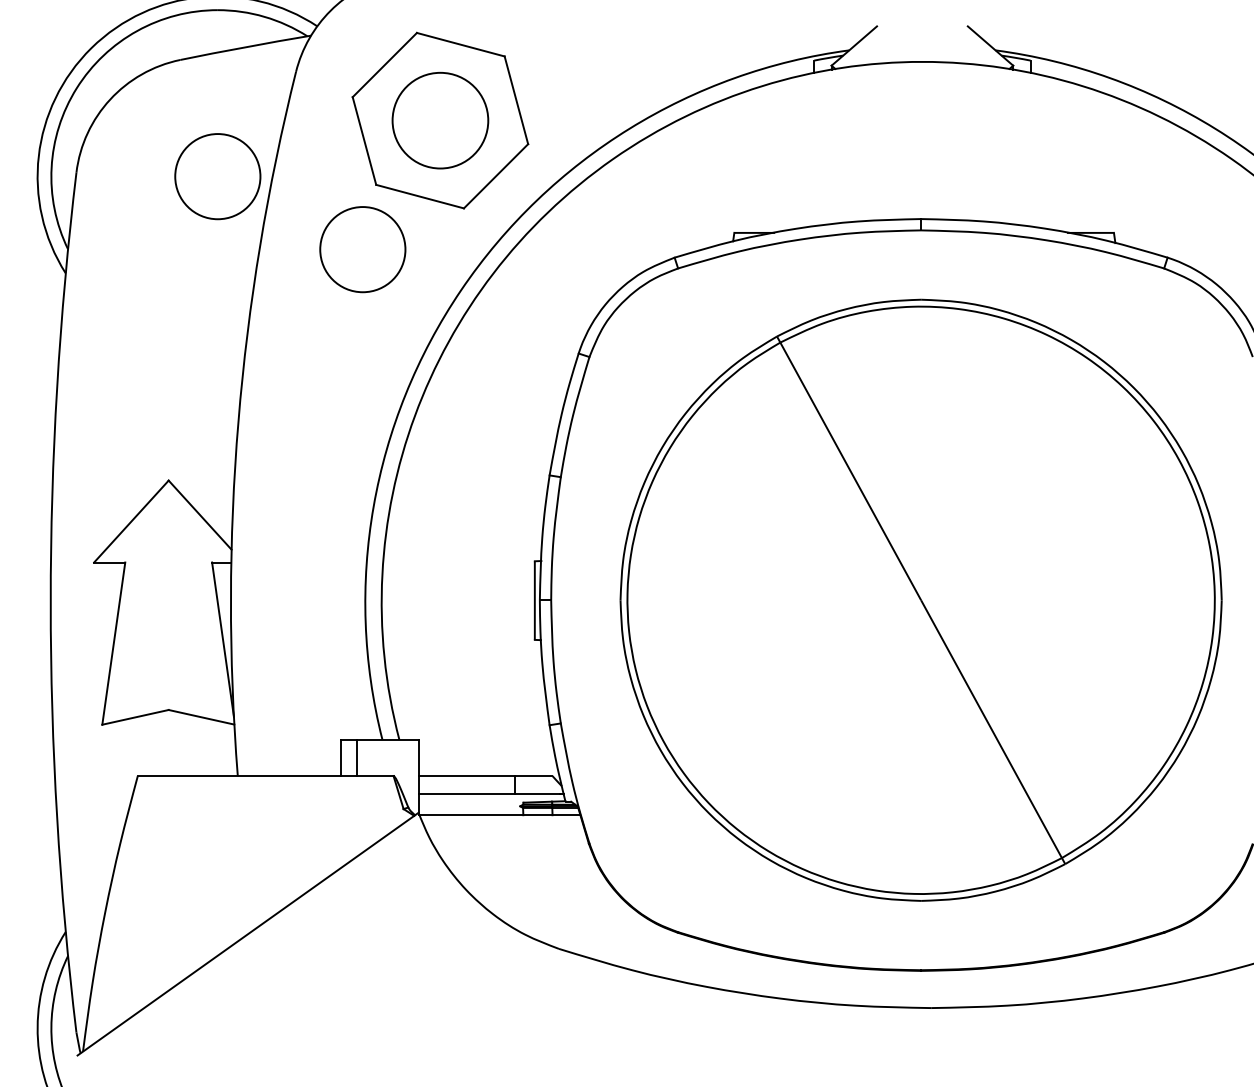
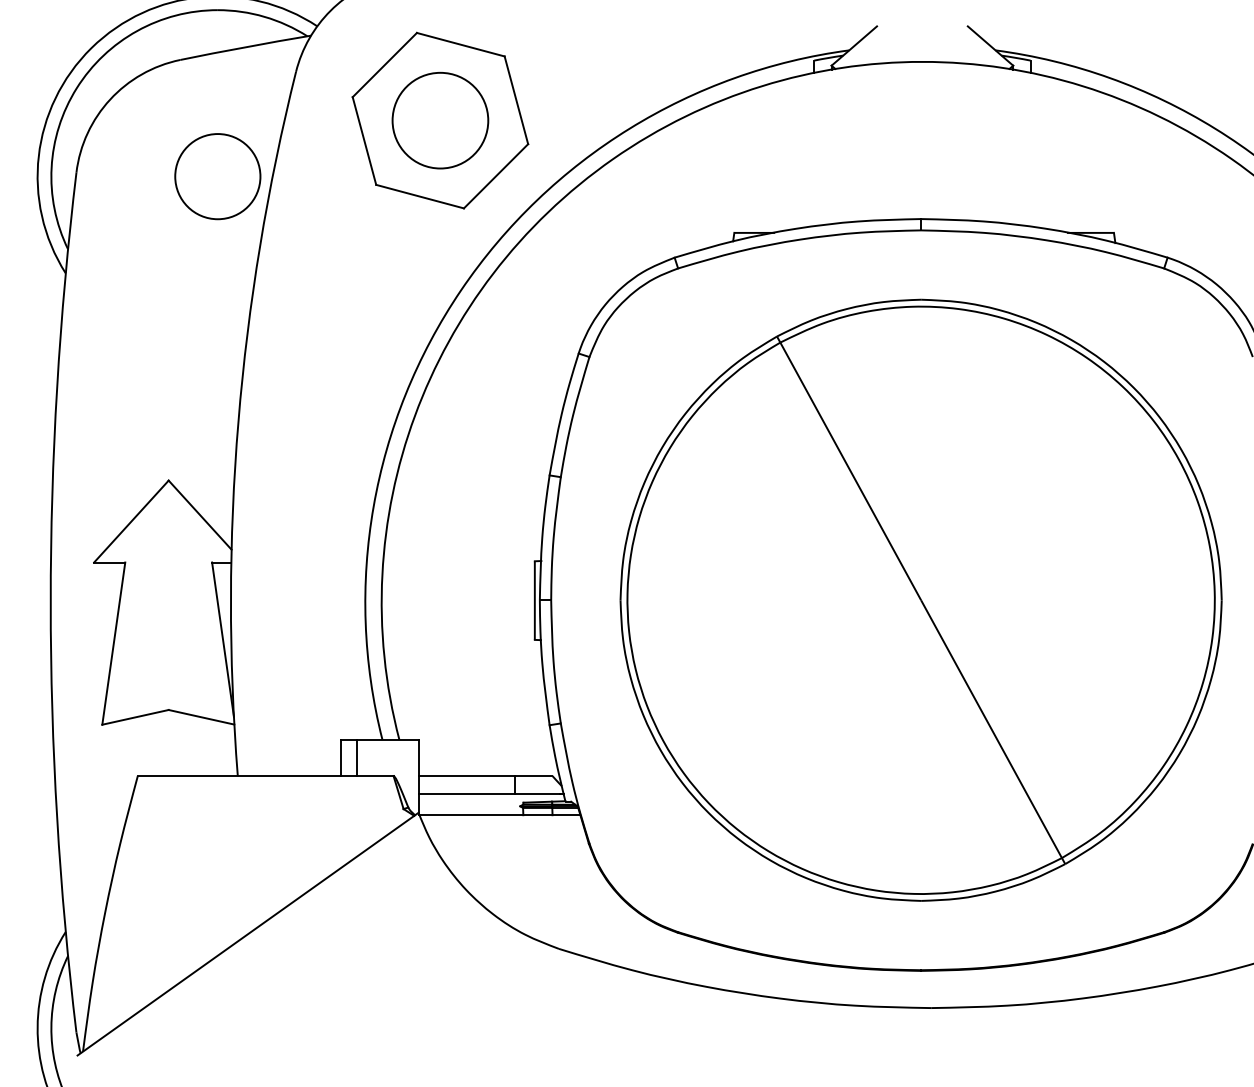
circle at (362, 249): present -> none
